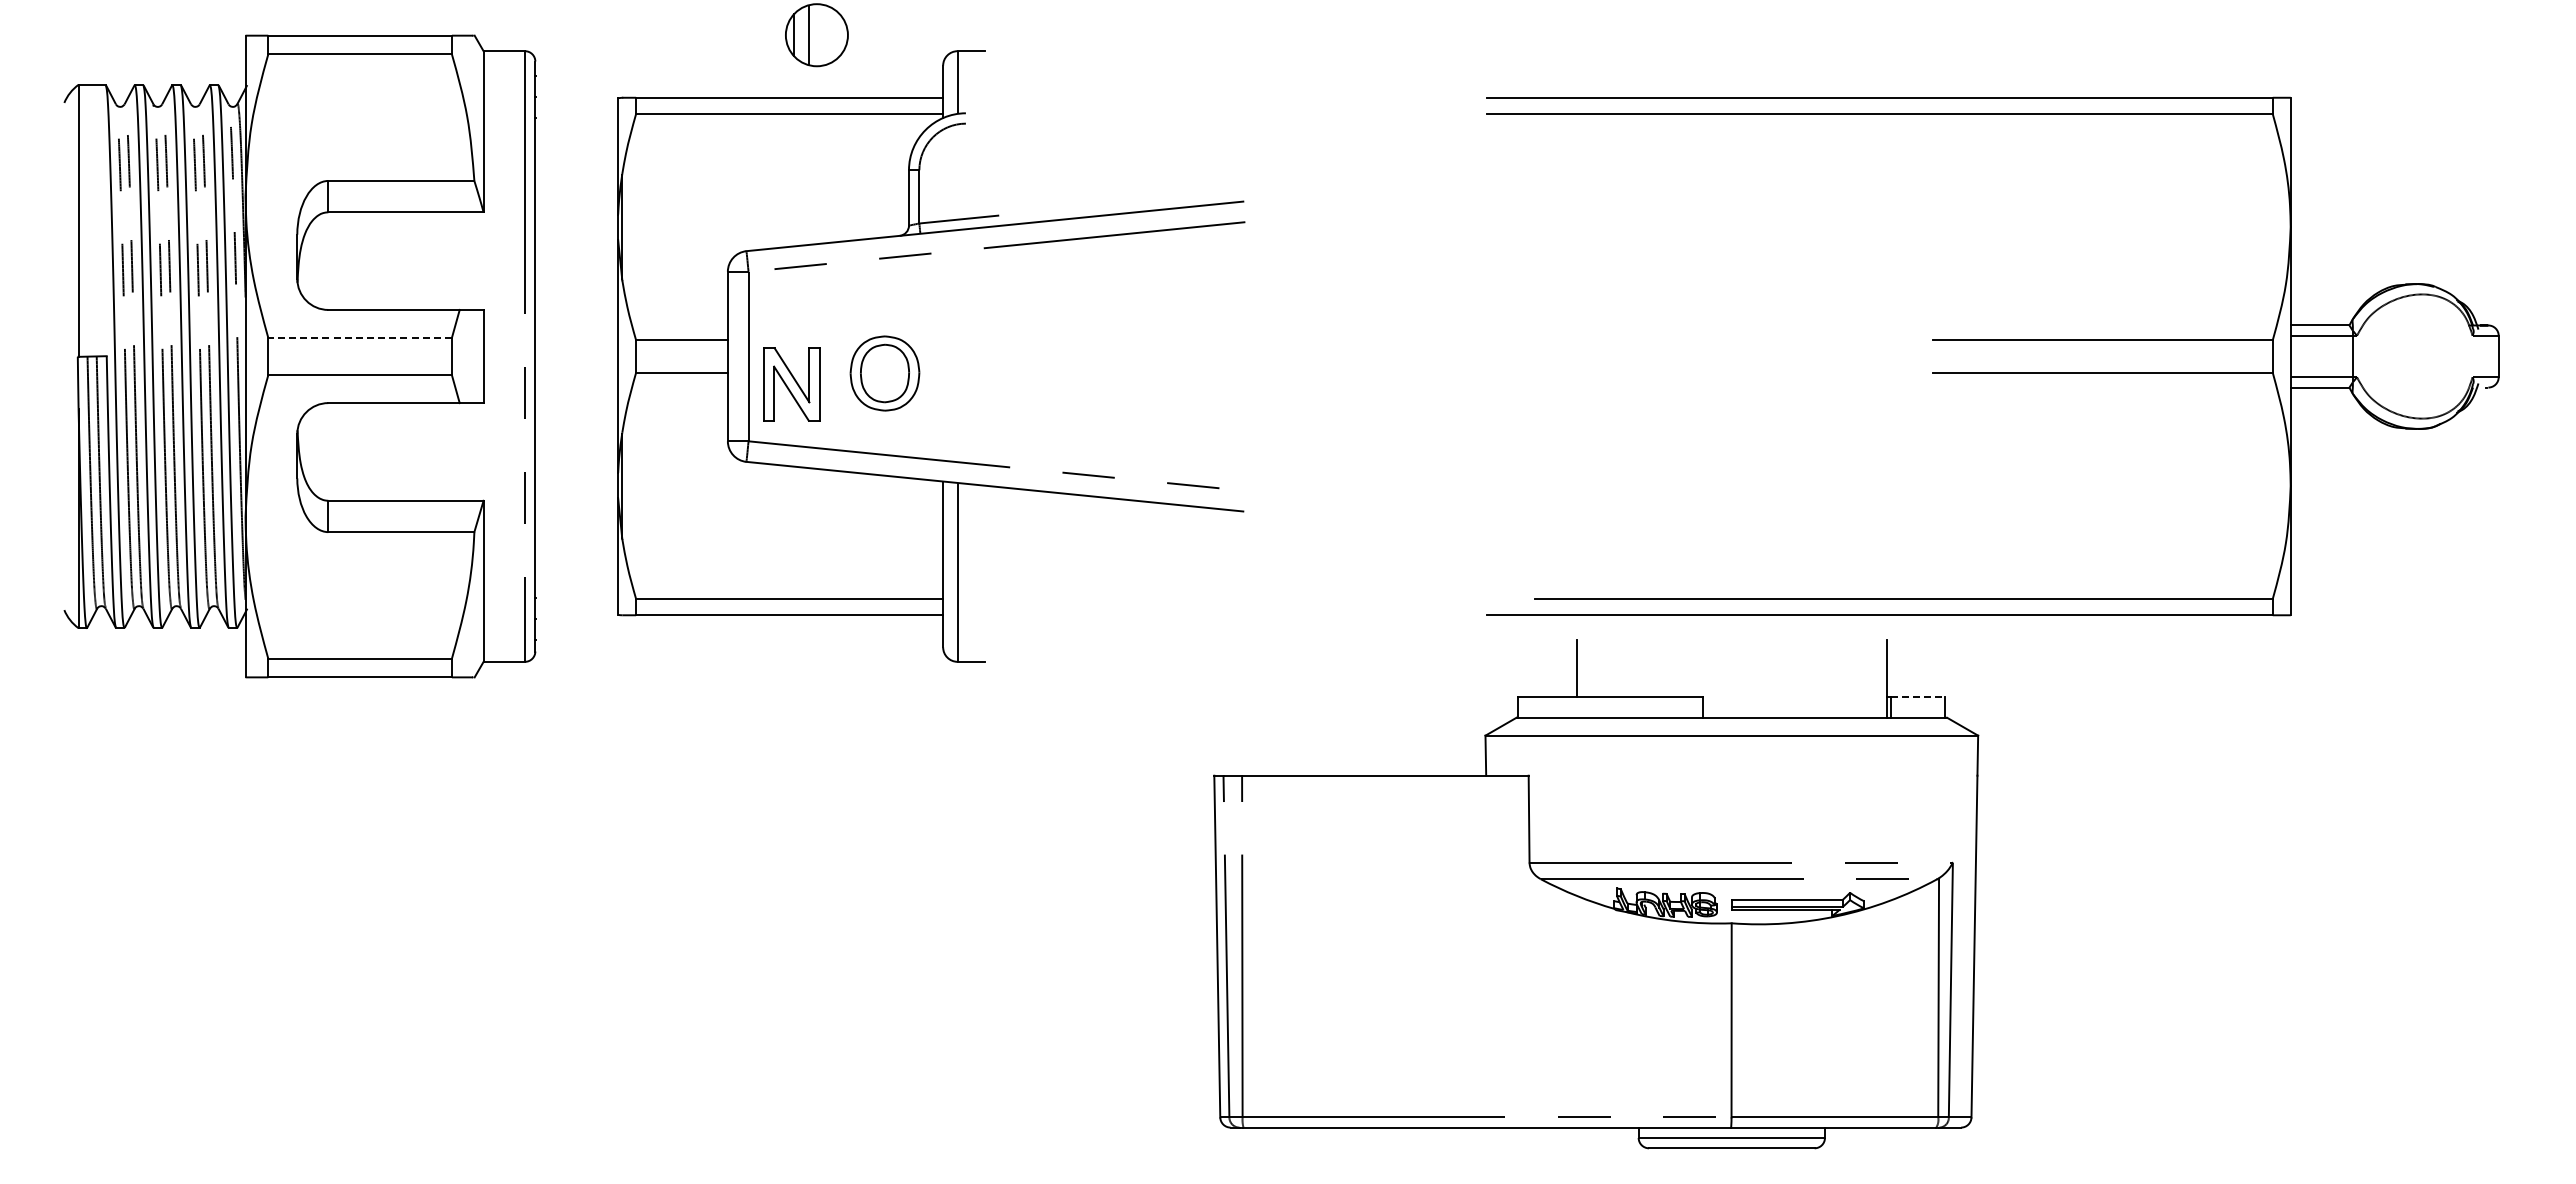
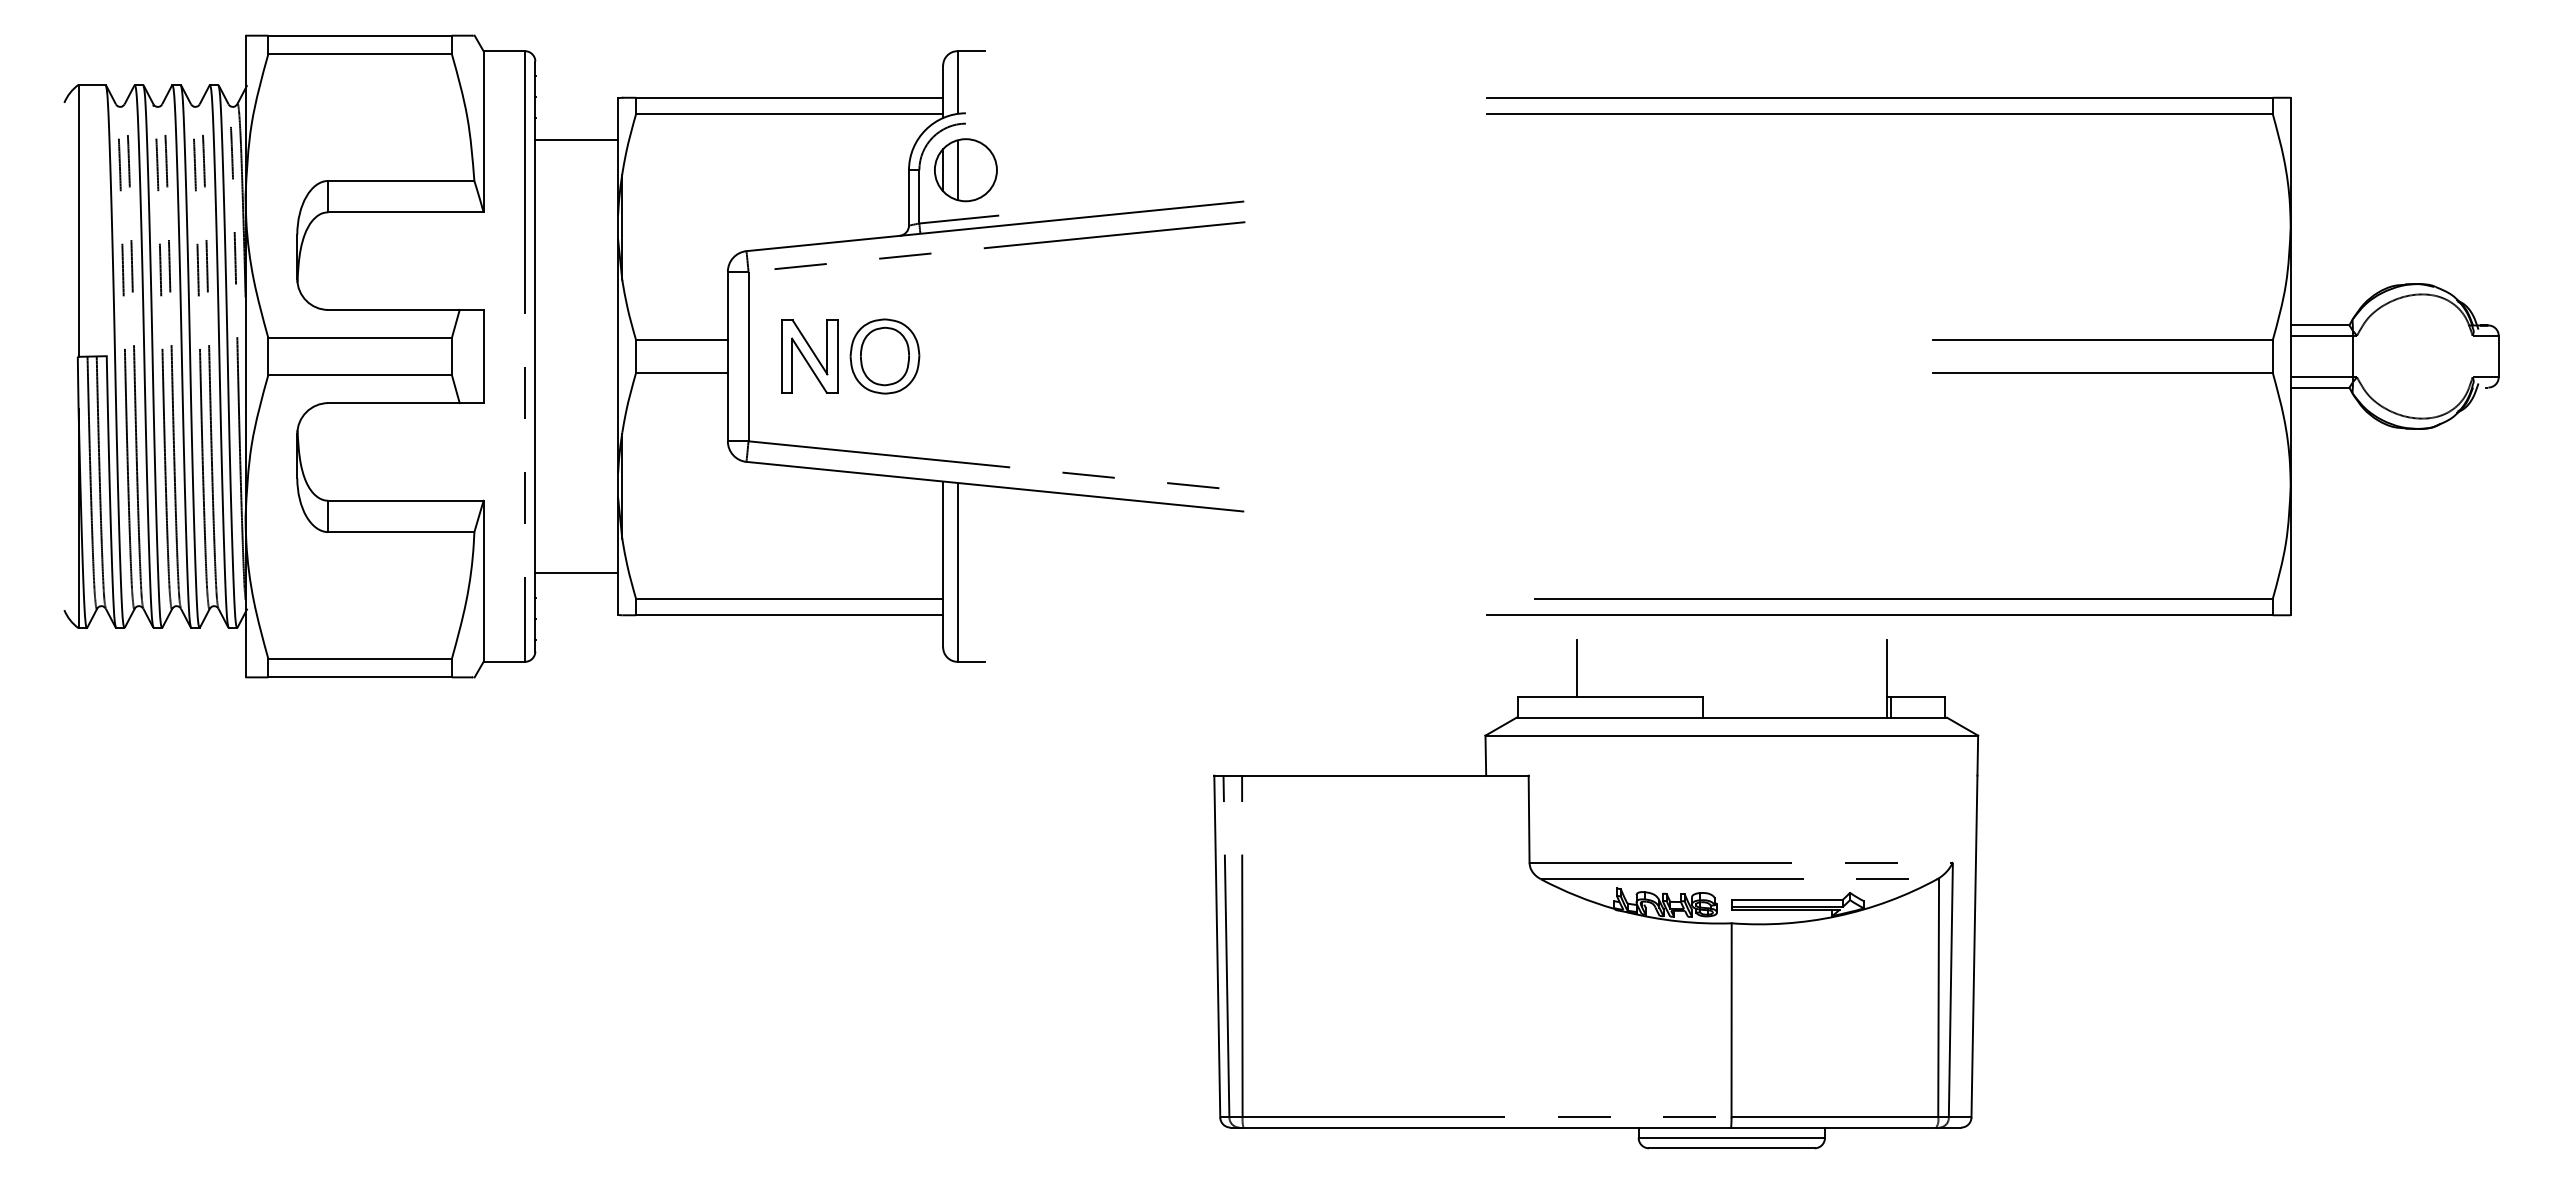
part at (816, 35) position: (816, 35) -> (965, 170)
line at (576, 140): none -> present
line at (360, 337): dashed -> solid
part at (884, 373) position: (884, 373) -> (884, 356)
part at (791, 384) position: (791, 384) -> (809, 356)
line at (576, 572): none -> present
line at (1918, 697): dashed -> solid
